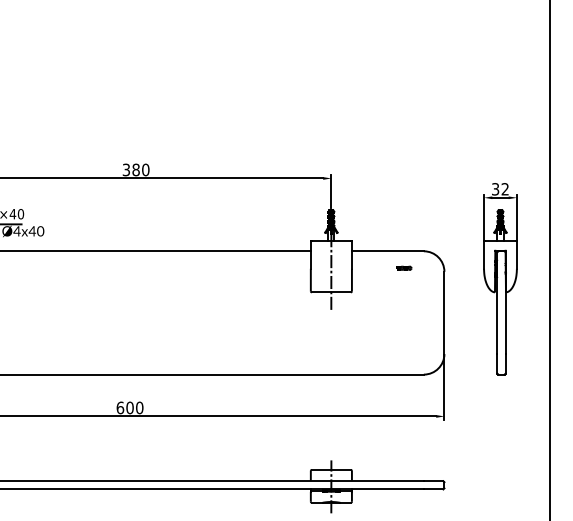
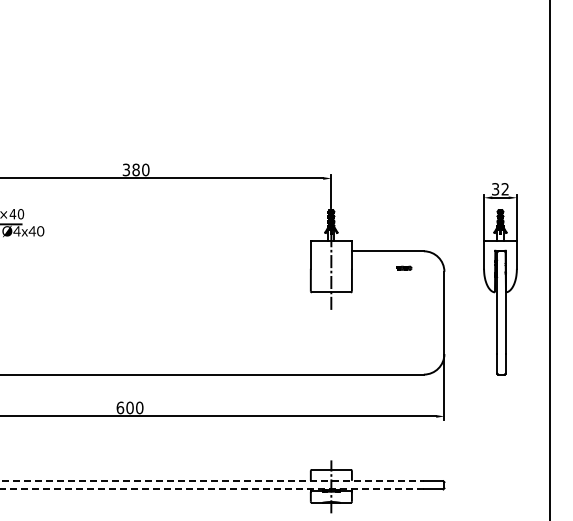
line at (156, 251): present -> none
line at (212, 481): solid -> dashed
line at (212, 489): solid -> dashed
